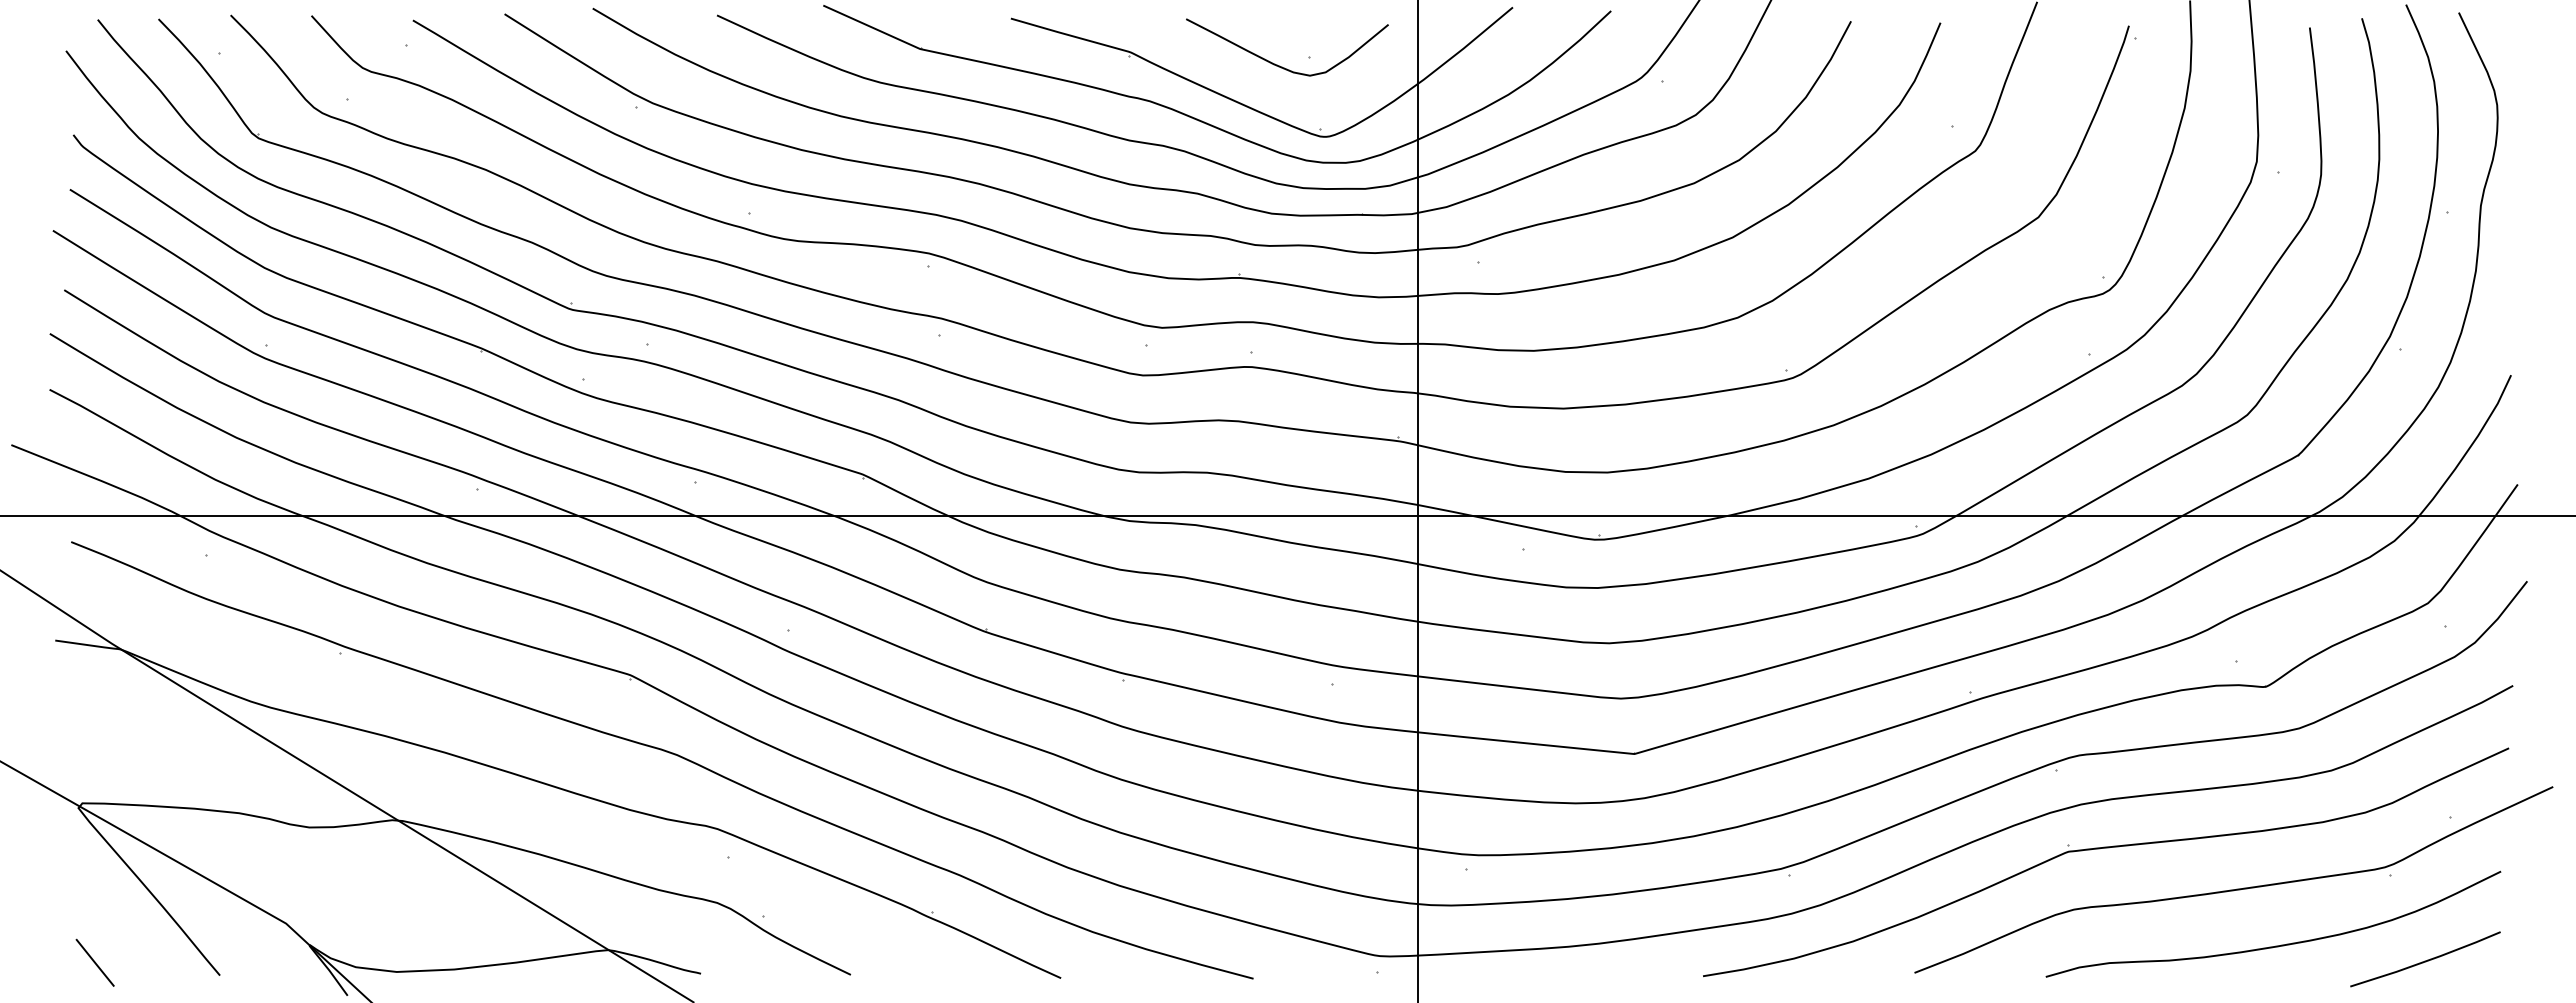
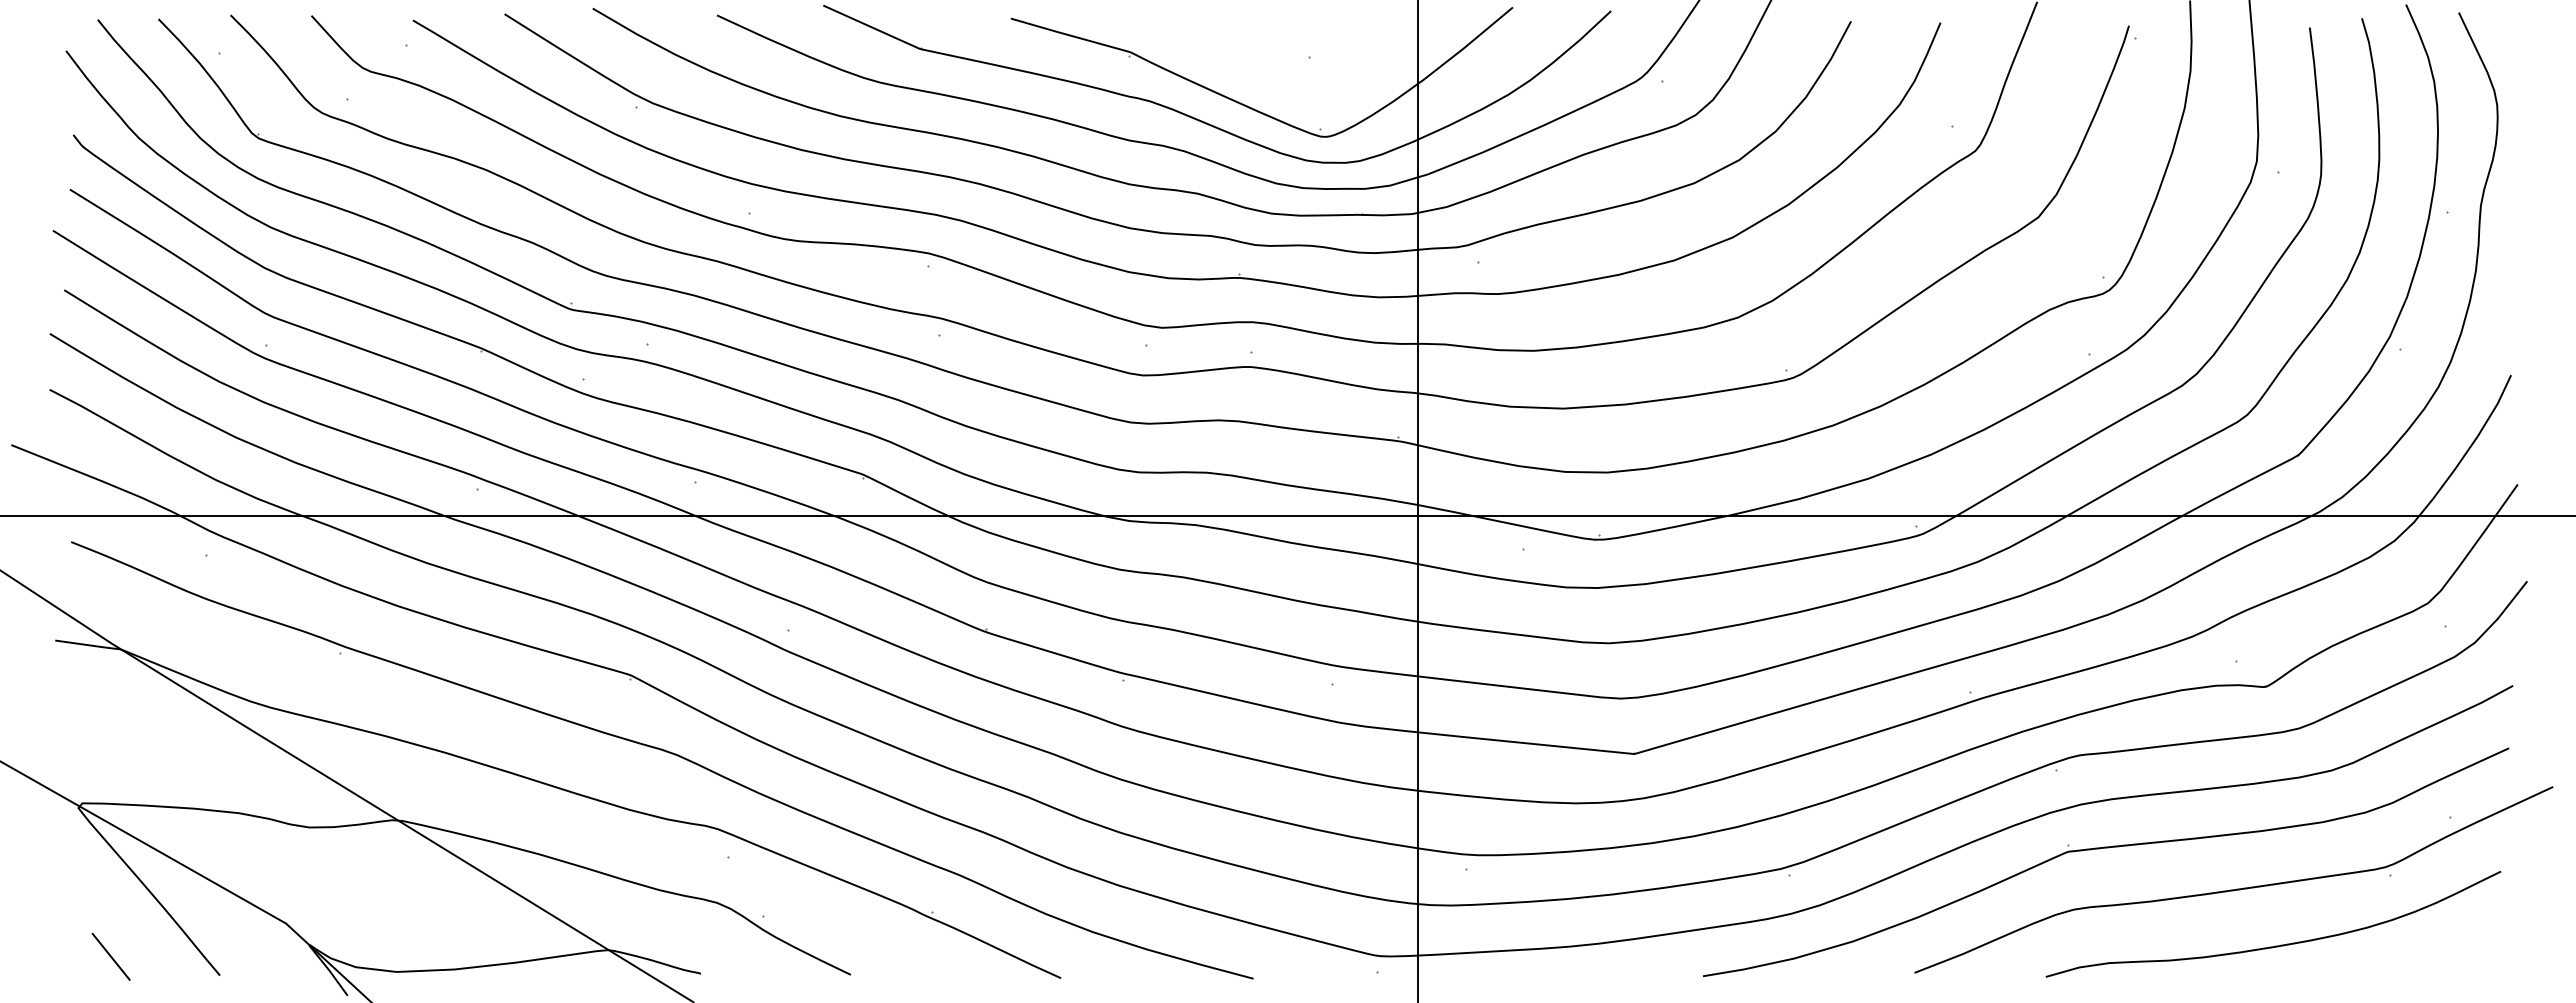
curve at (1282, 66): present -> none
line at (2425, 960): present -> none
line at (94, 962) position: (94, 962) -> (110, 956)
